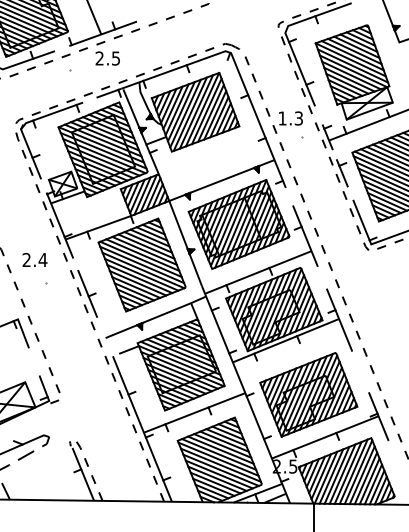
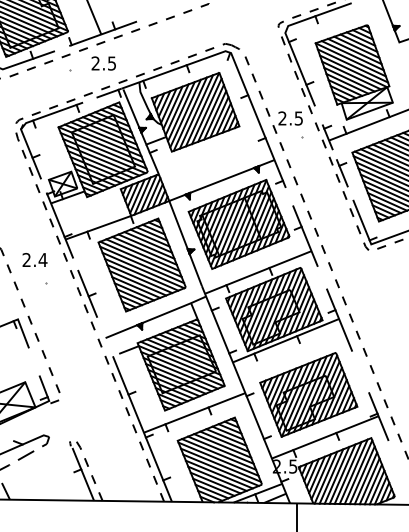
text at (107, 58) position: (107, 58) -> (103, 63)
text at (290, 118): 1.3 -> 2.5
line at (313, 515) position: (313, 515) -> (296, 515)
